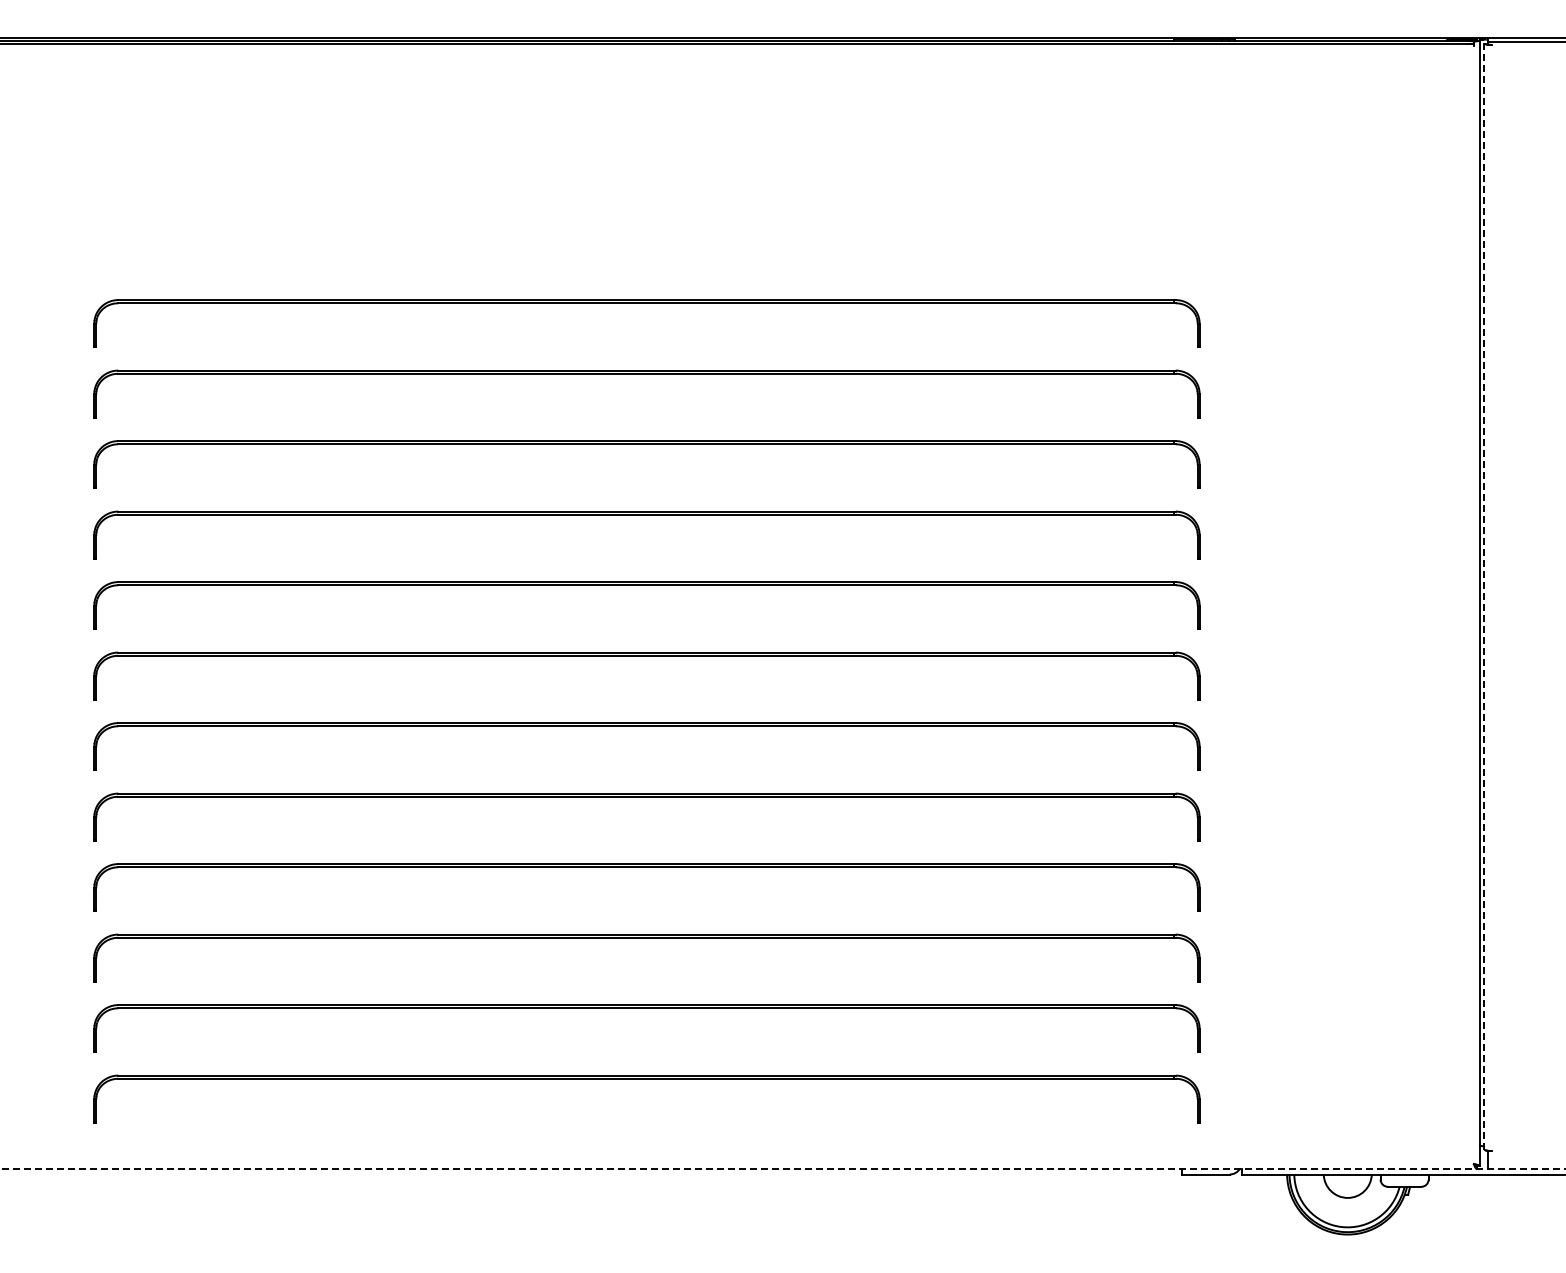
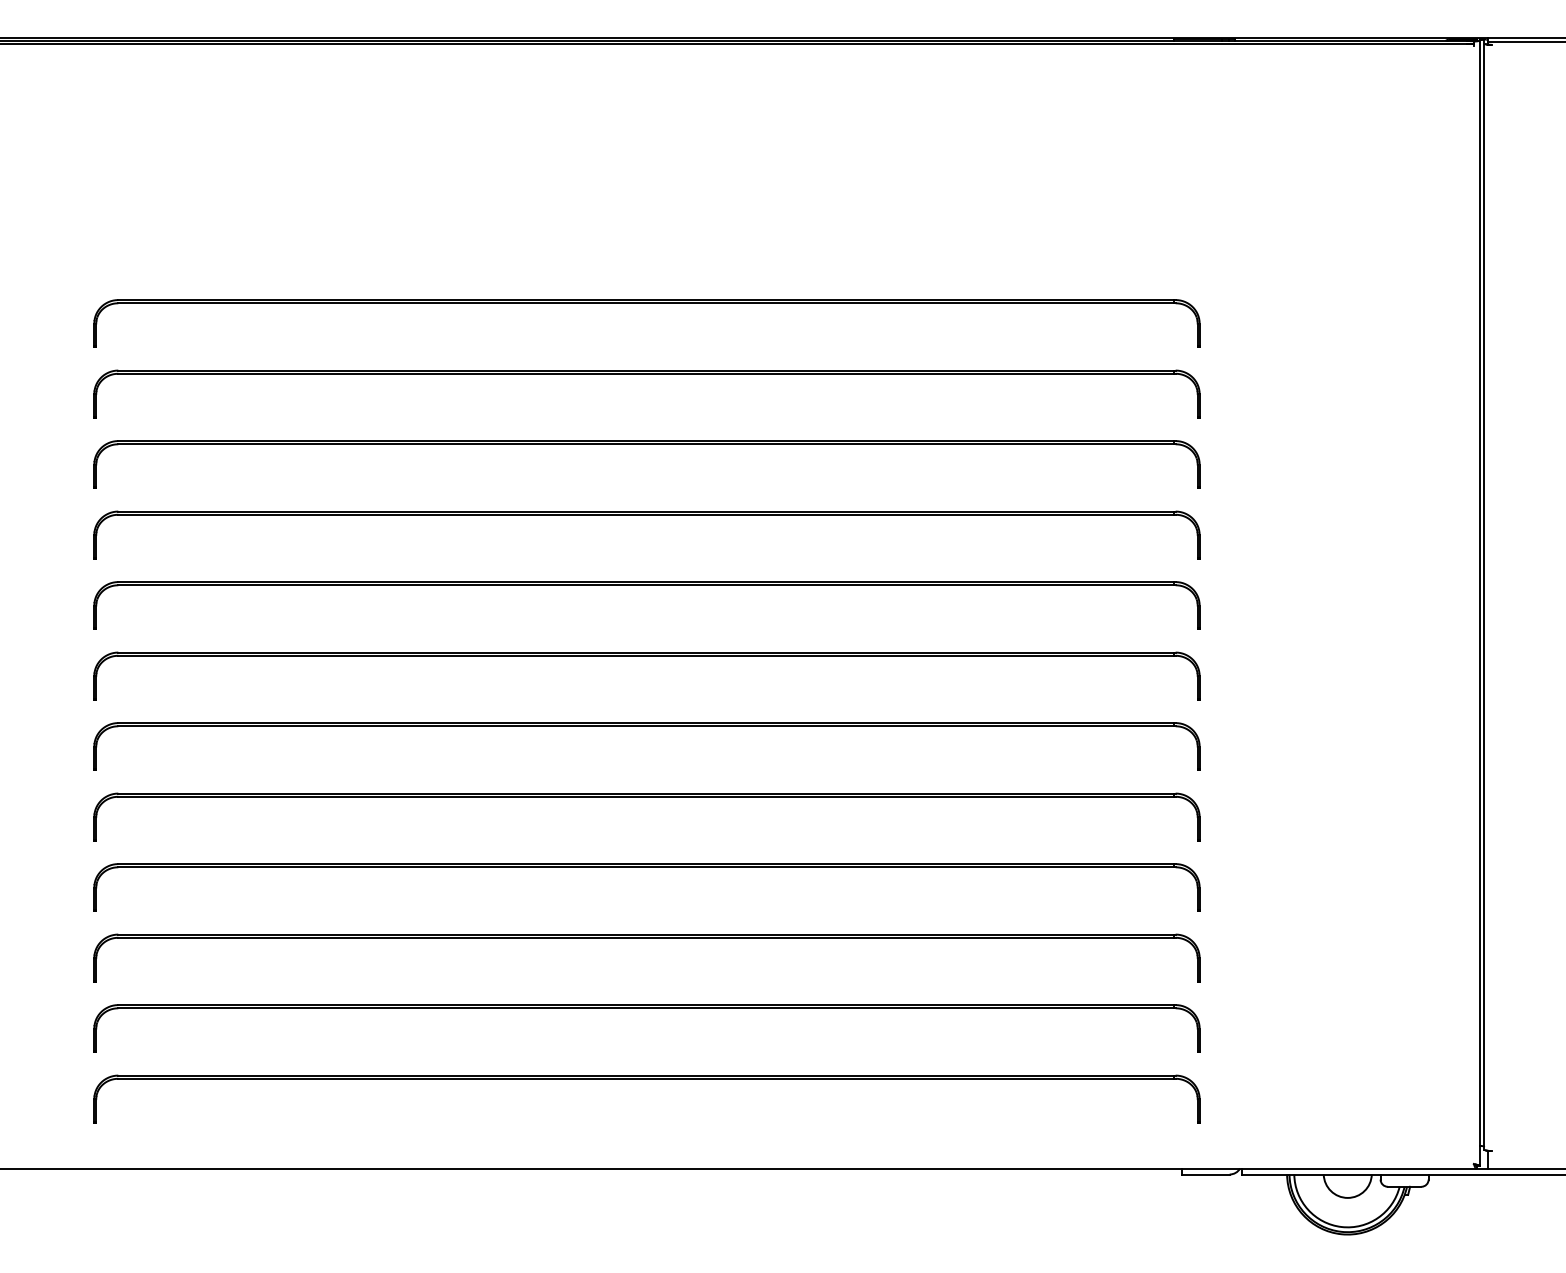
line at (1484, 594): dashed -> solid
line at (783, 1168): dashed -> solid
